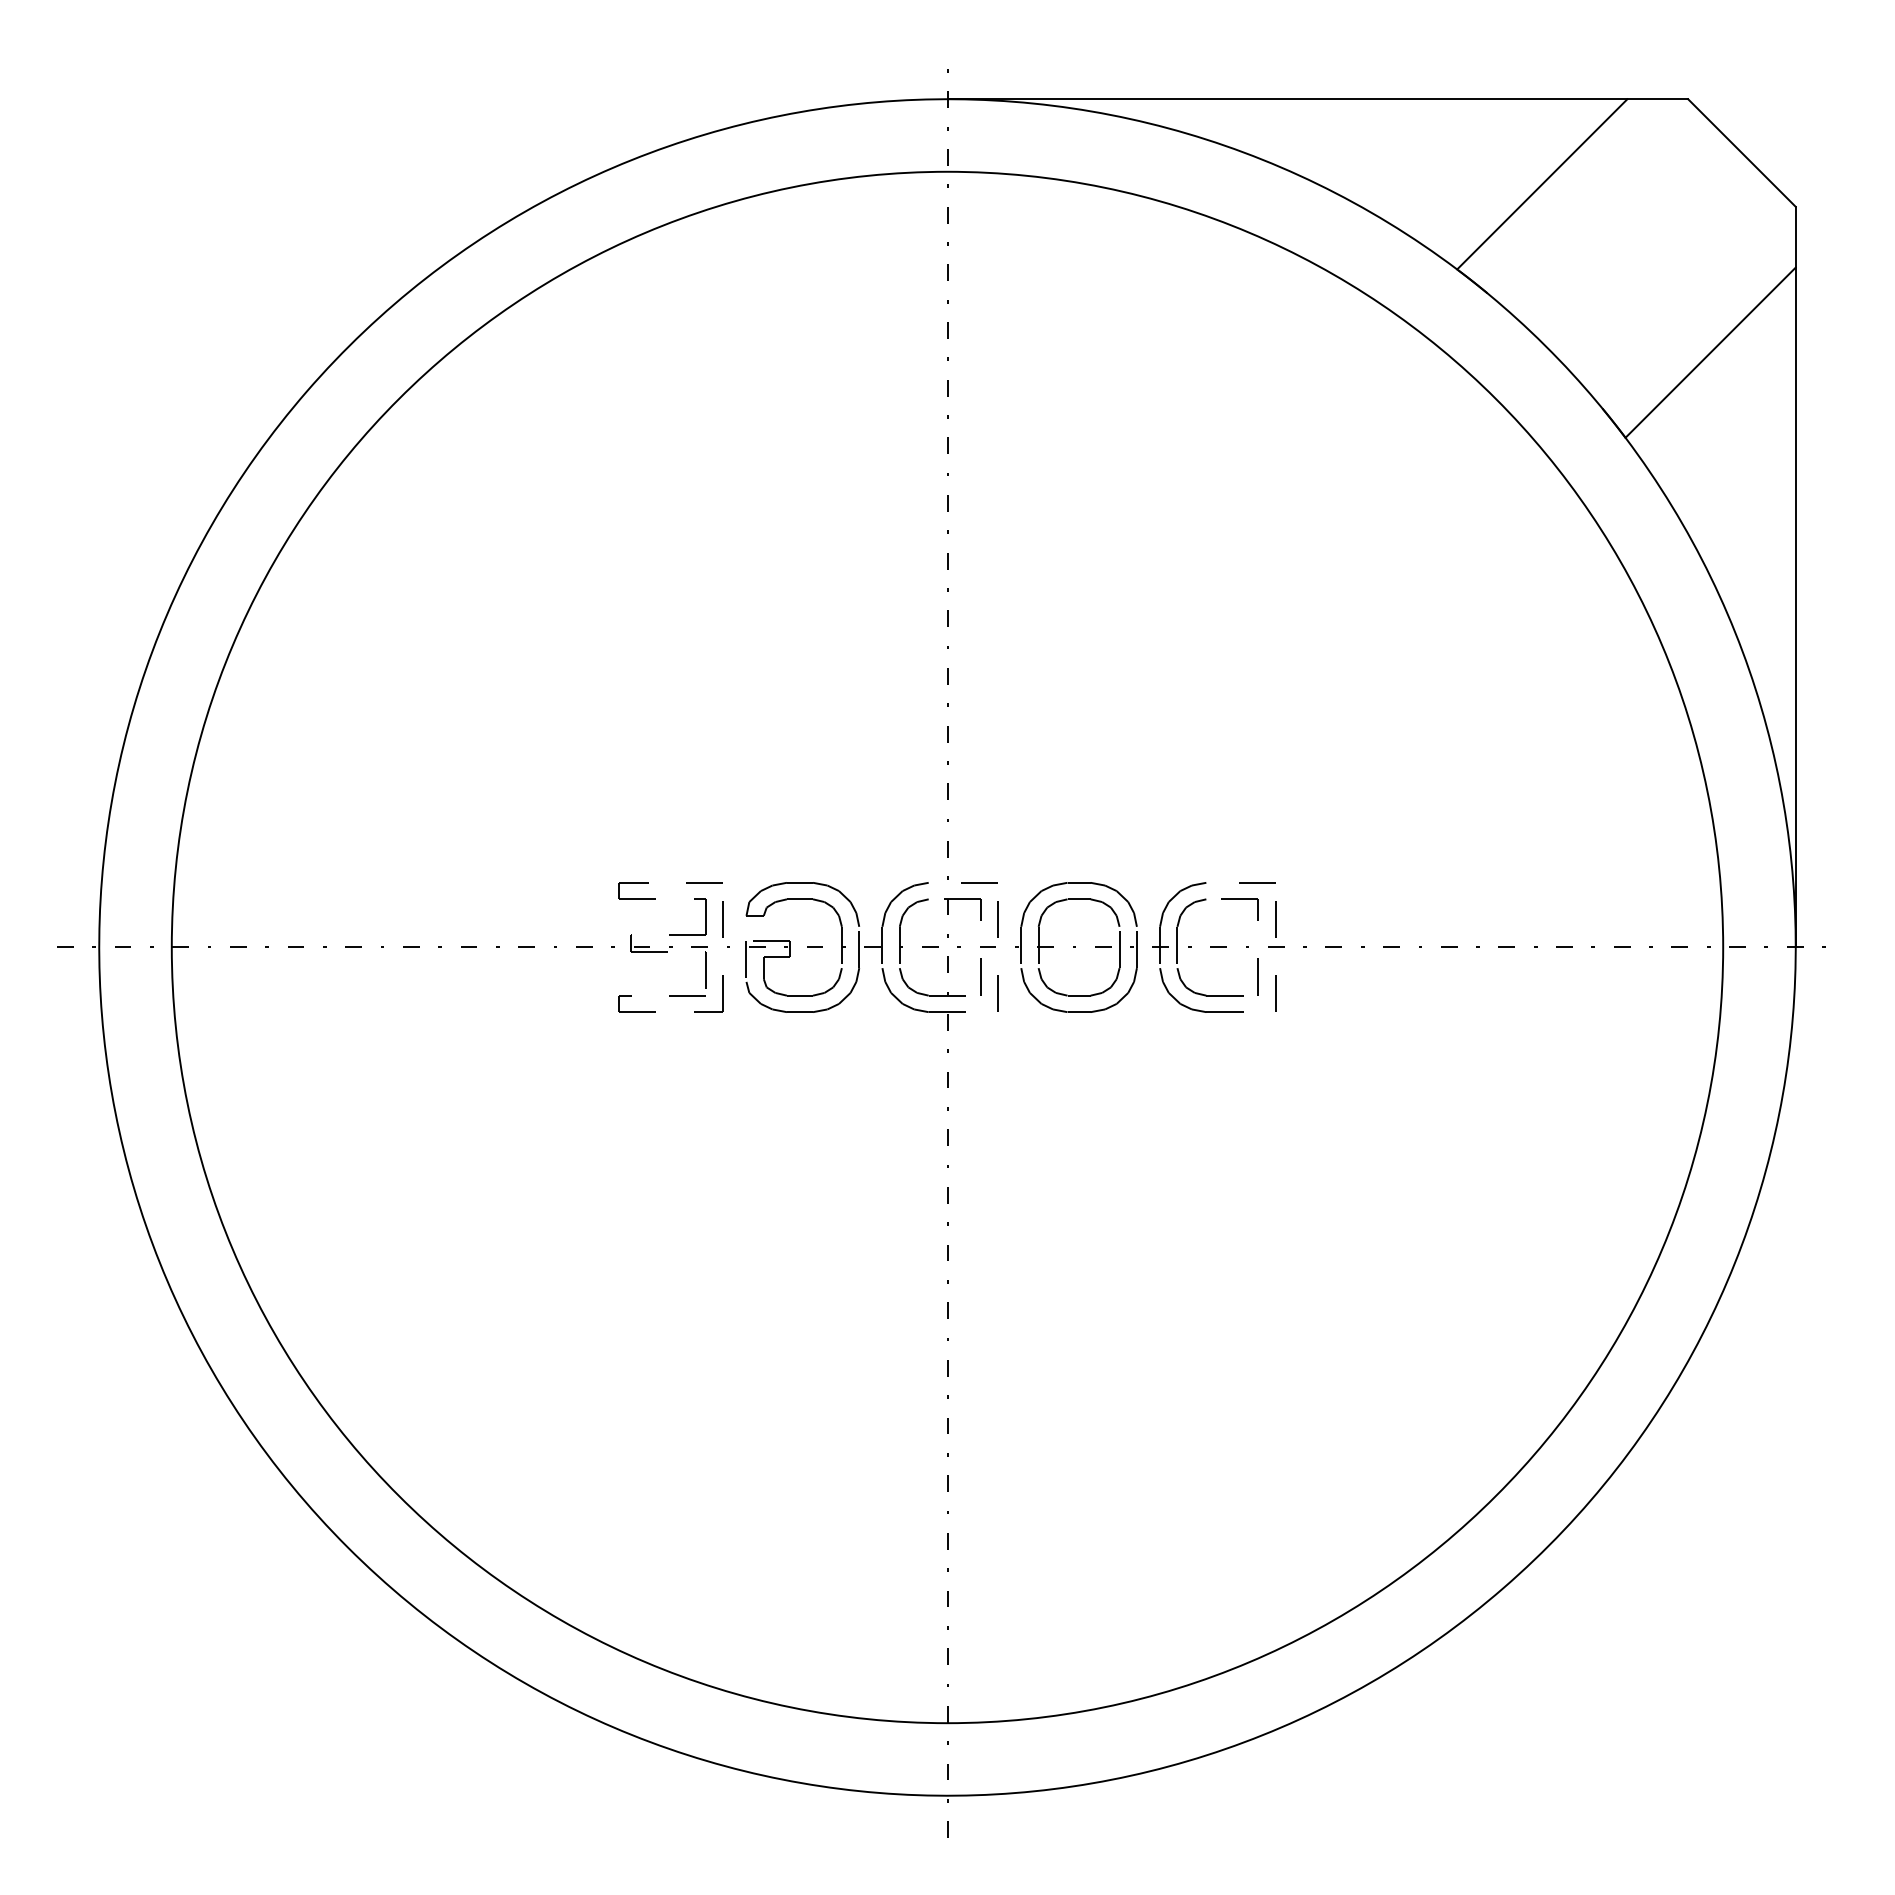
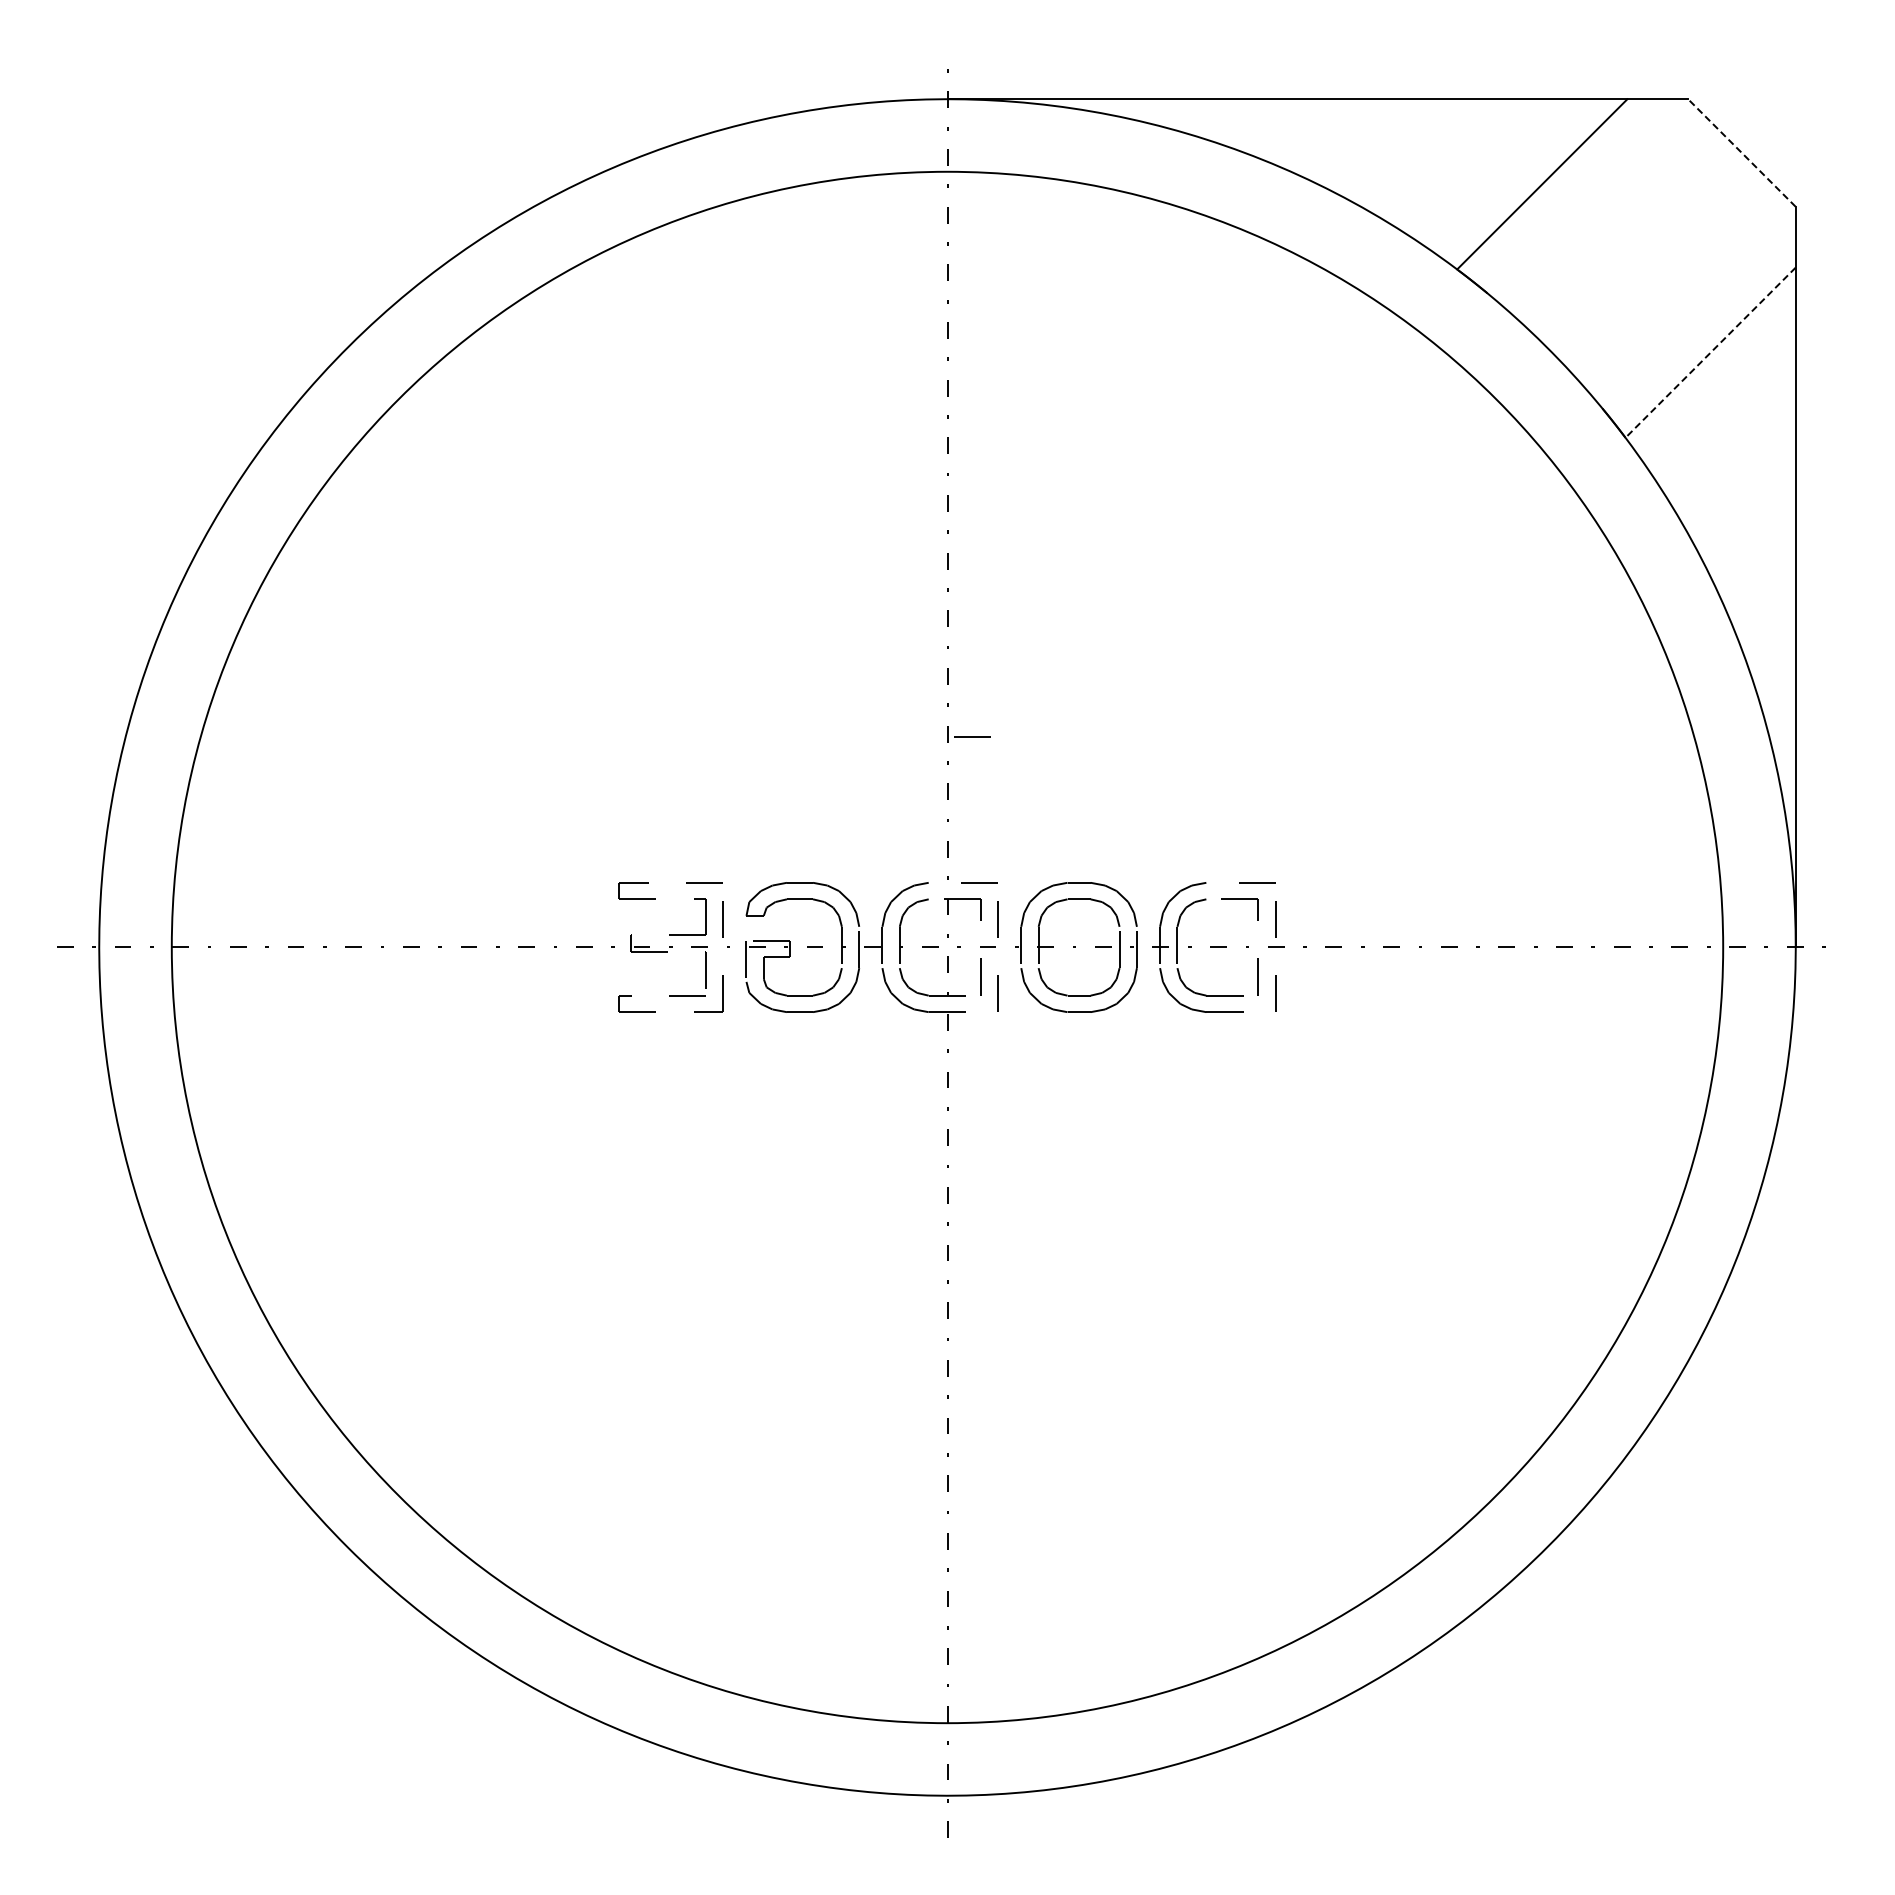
line at (1741, 152): solid -> dashed
line at (1710, 353): solid -> dashed
line at (972, 736): none -> present
